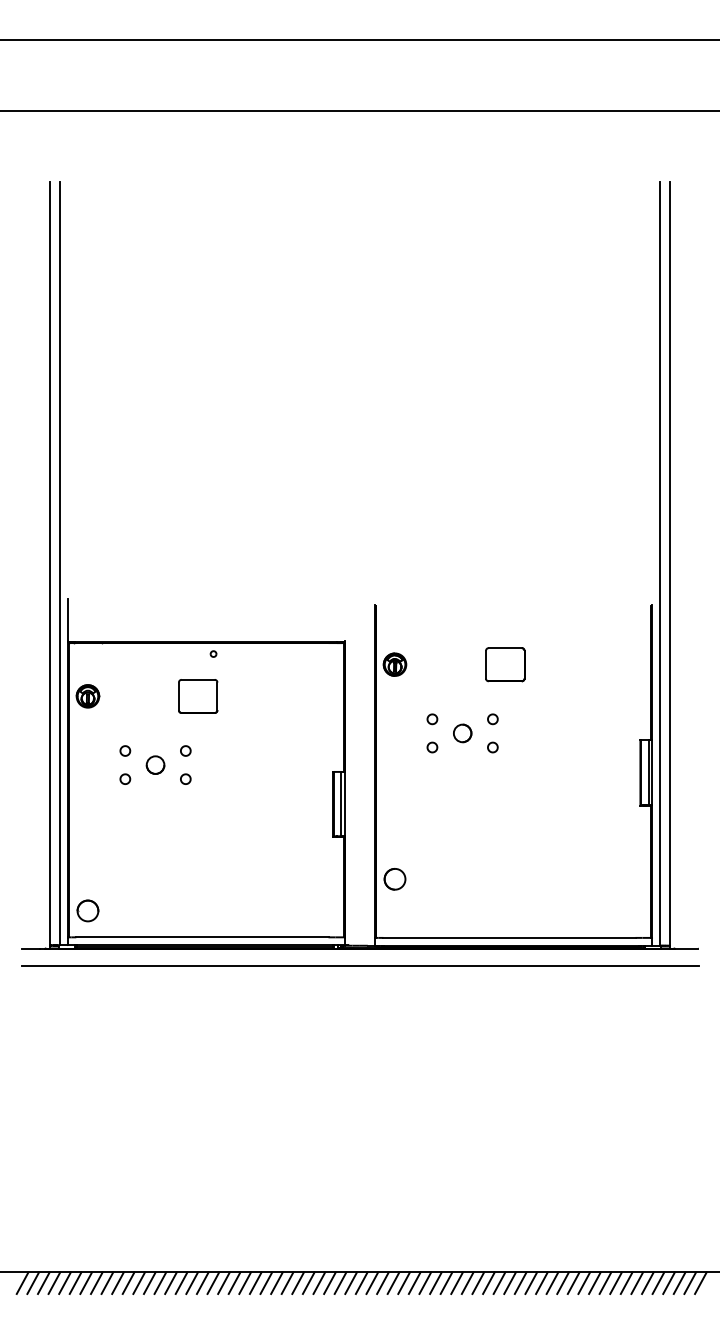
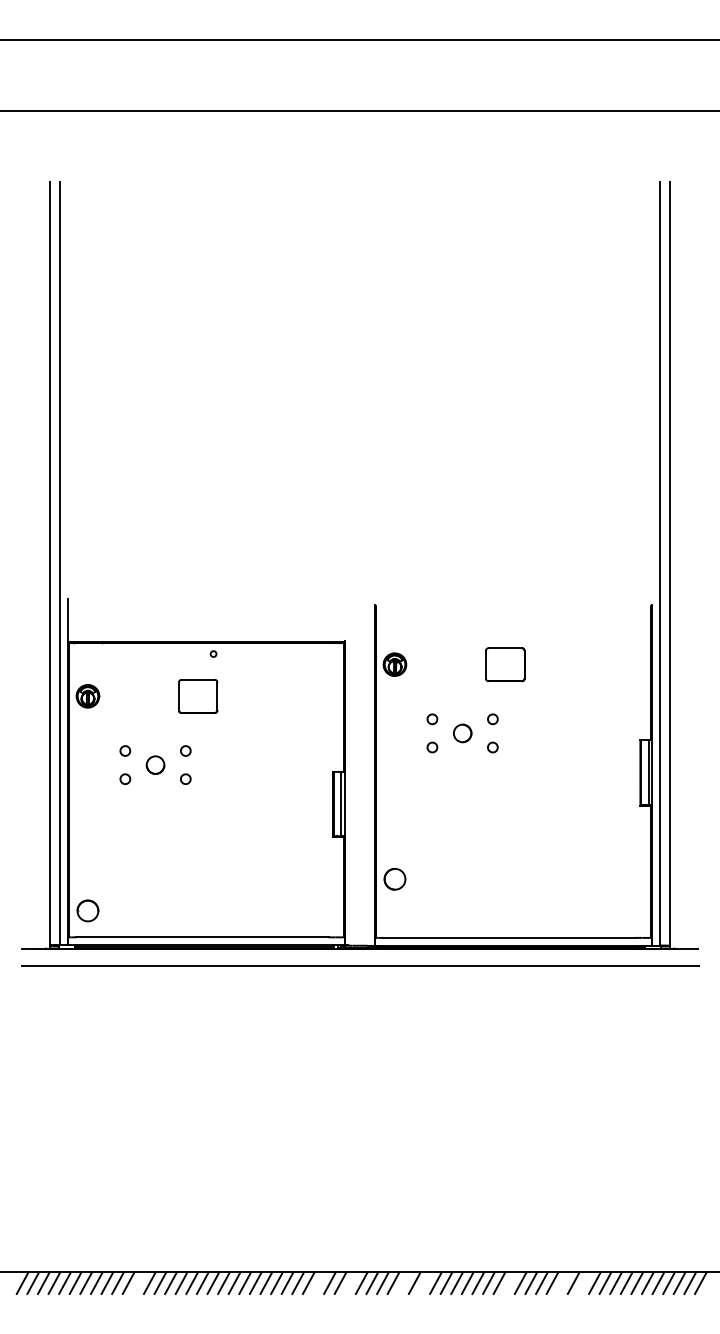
line at (138, 1282): present -> none
line at (319, 1282): present -> none
line at (350, 1282): present -> none
line at (403, 1282): present -> none
line at (425, 1282): present -> none
line at (509, 1282): present -> none
line at (562, 1282): present -> none
line at (584, 1282): present -> none
